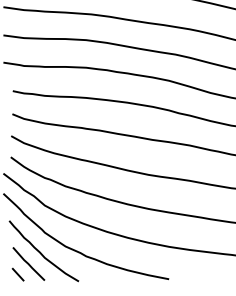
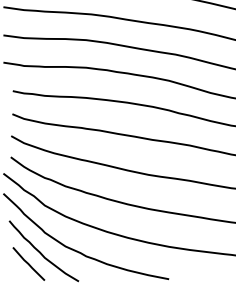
line at (17, 274): present -> none
